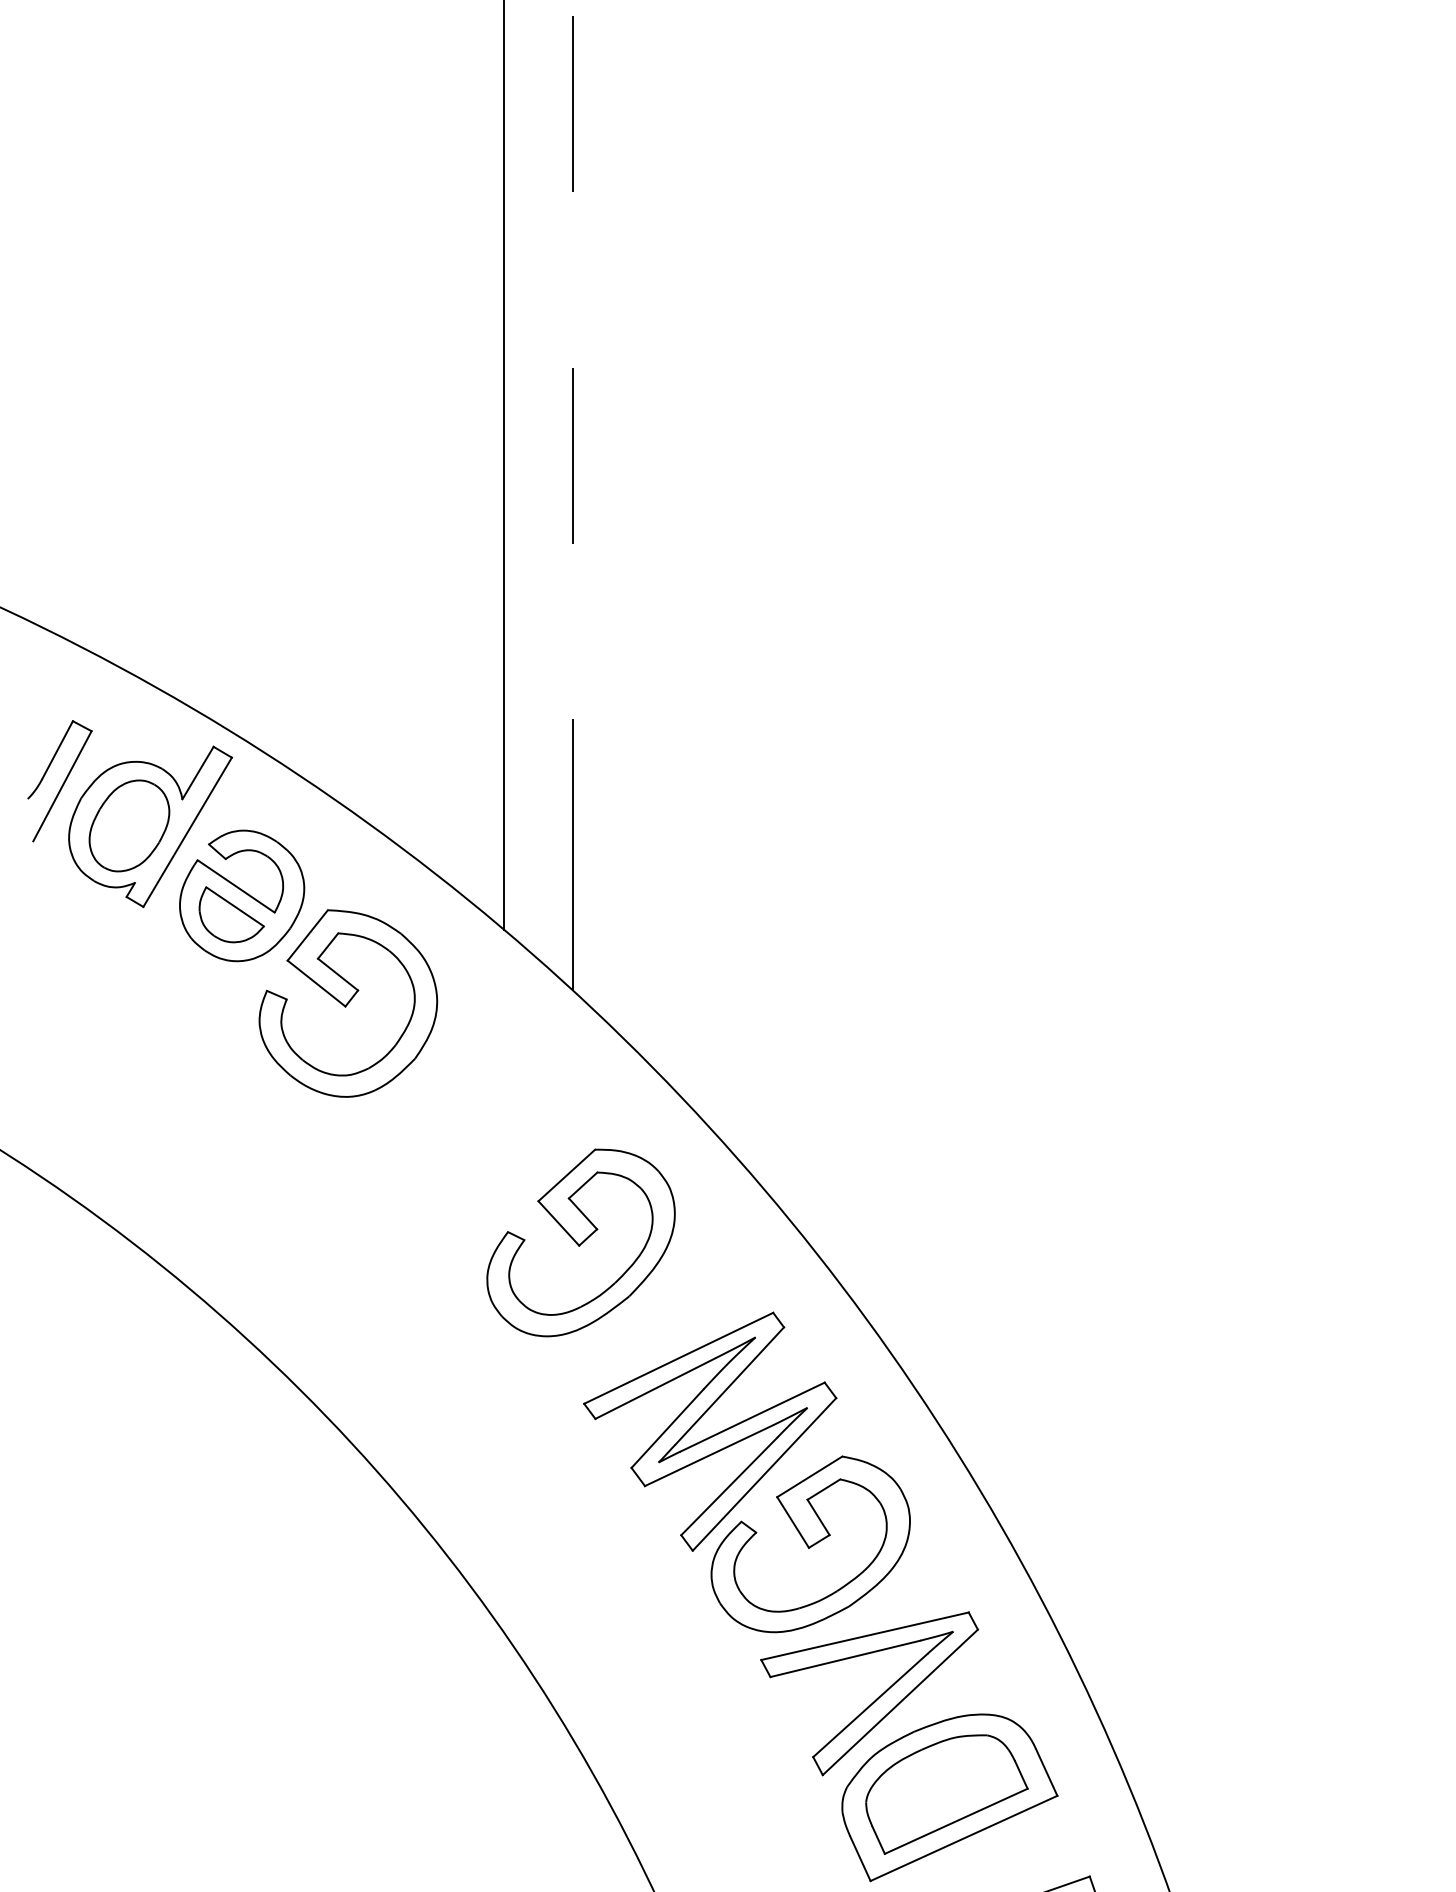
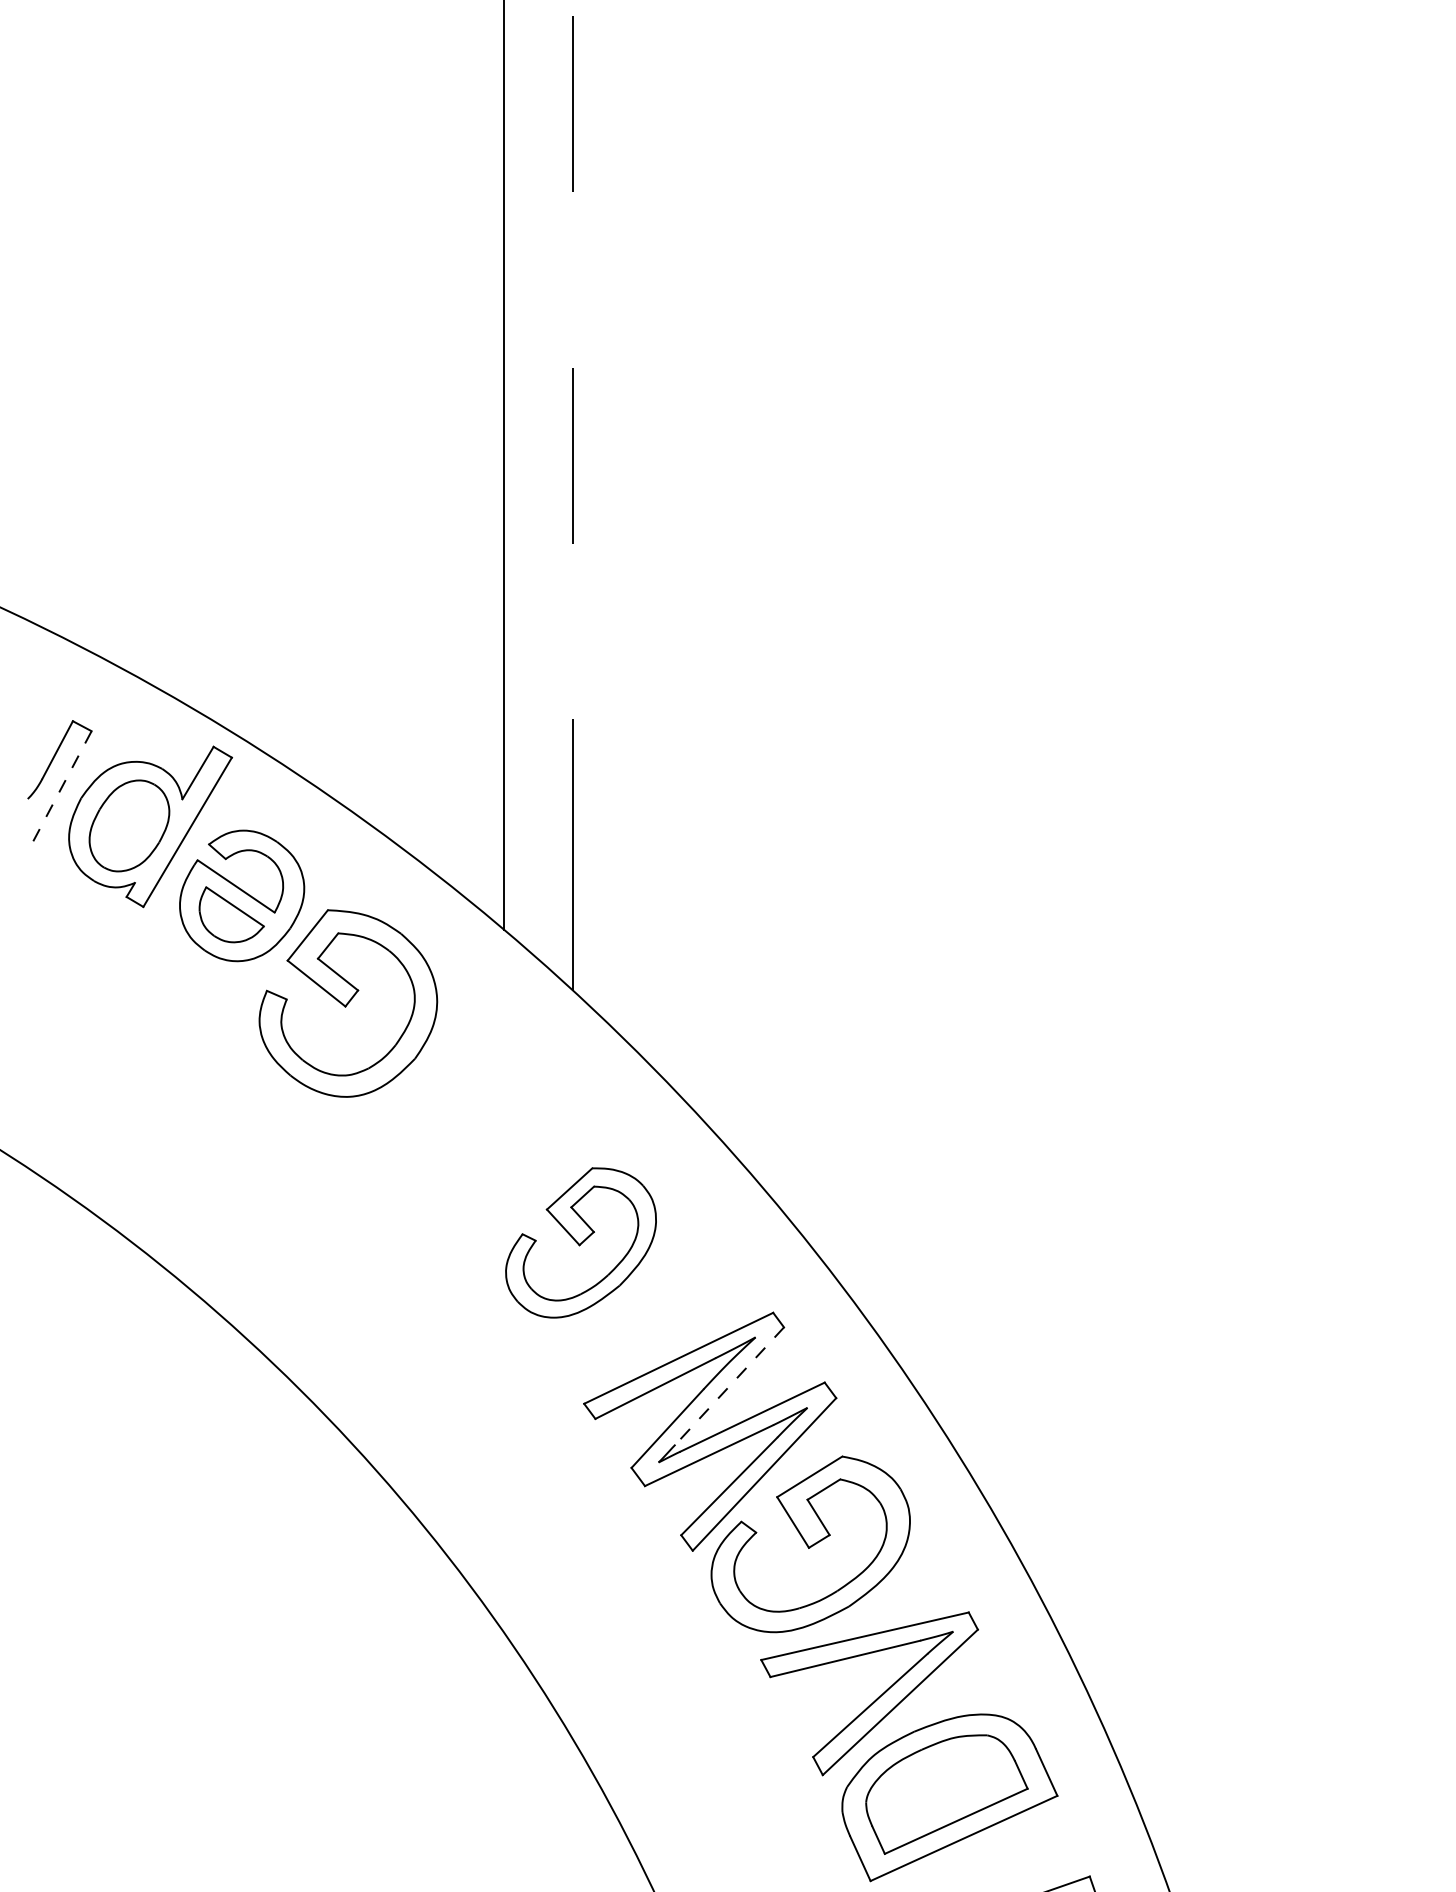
line at (62, 786): solid -> dashed
part at (580, 1242) size: 190x190 px -> 152x152 px
line at (729, 1386): solid -> dashed
